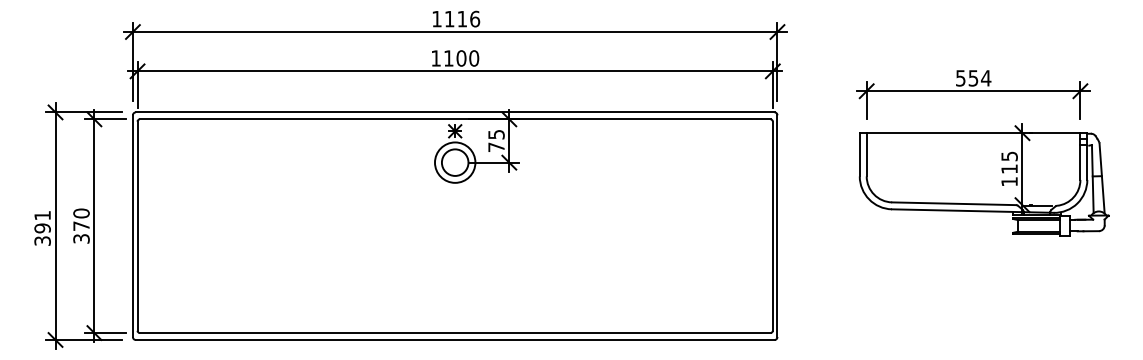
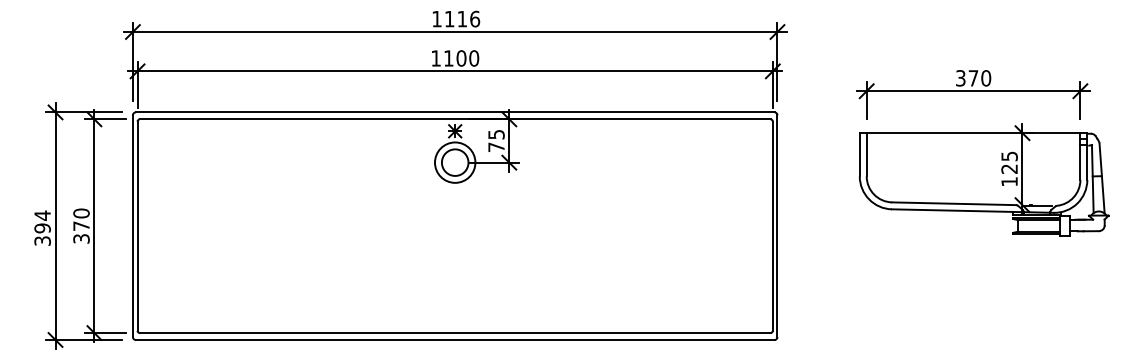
text at (973, 78): 554 -> 370
text at (1009, 168): 115 -> 125
text at (42, 215): 391 -> 394
